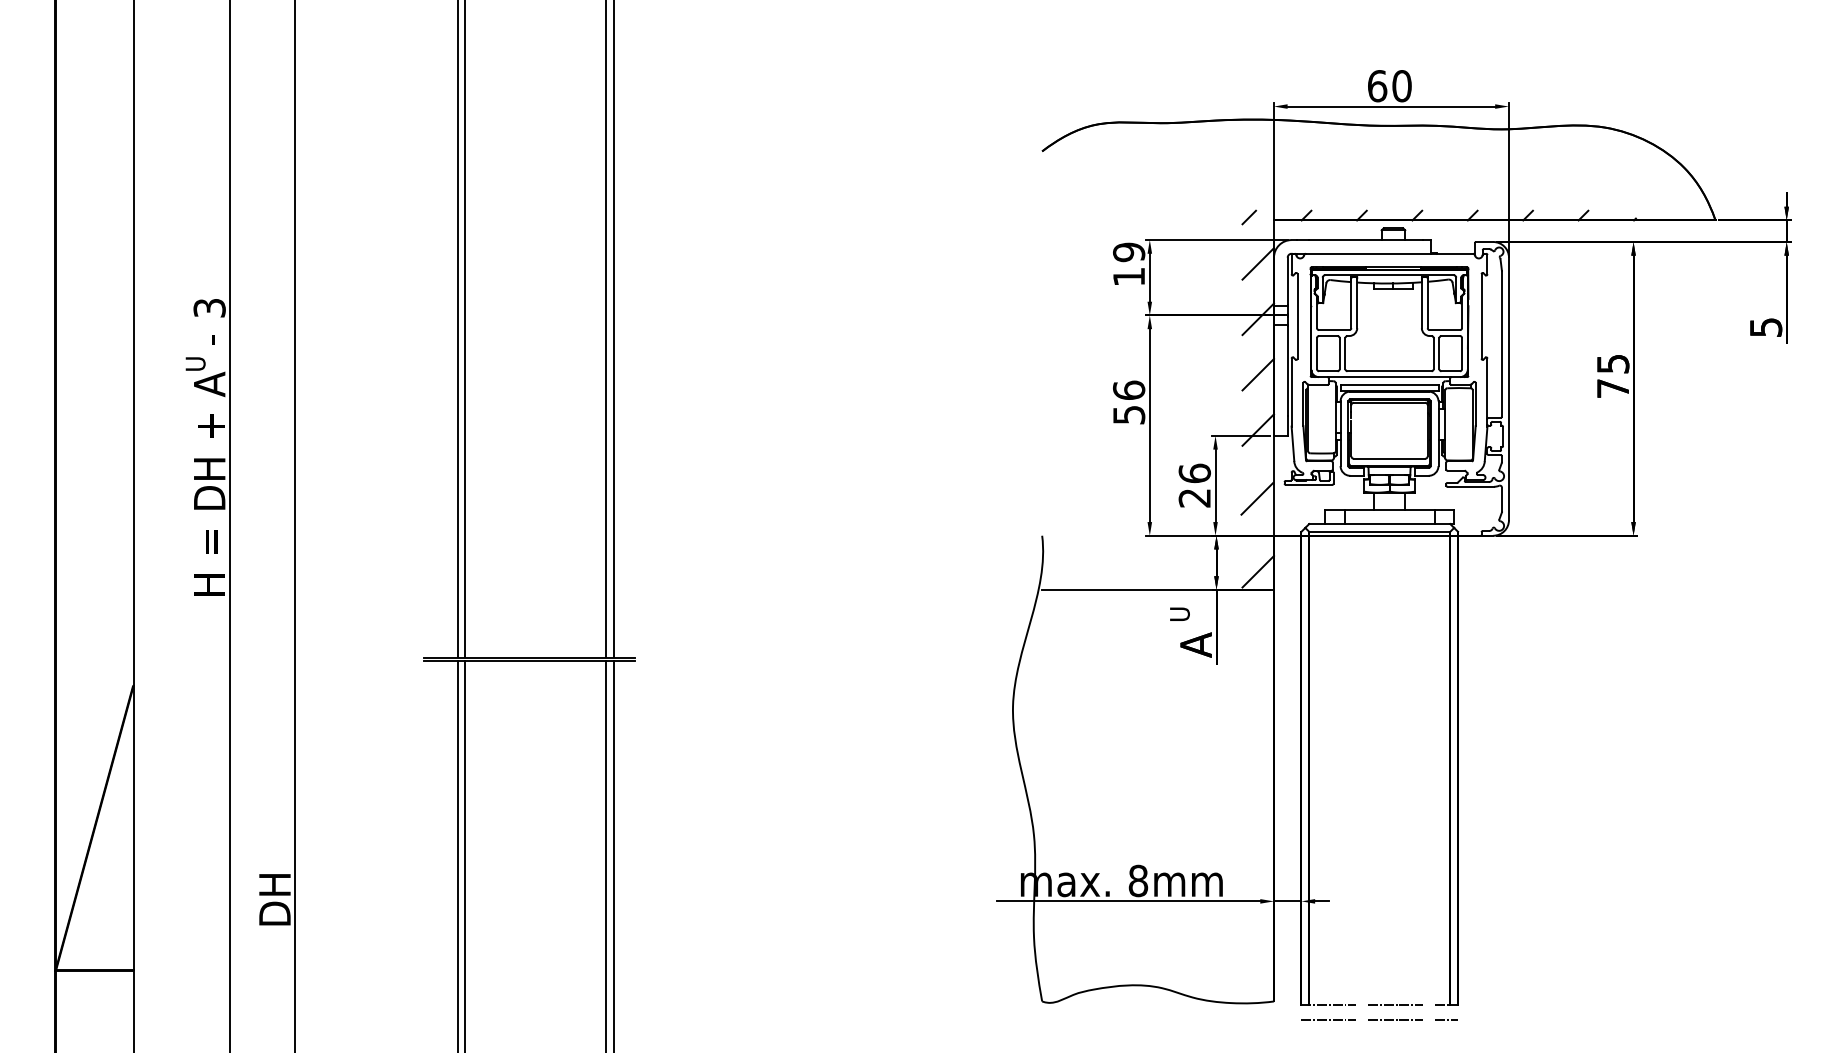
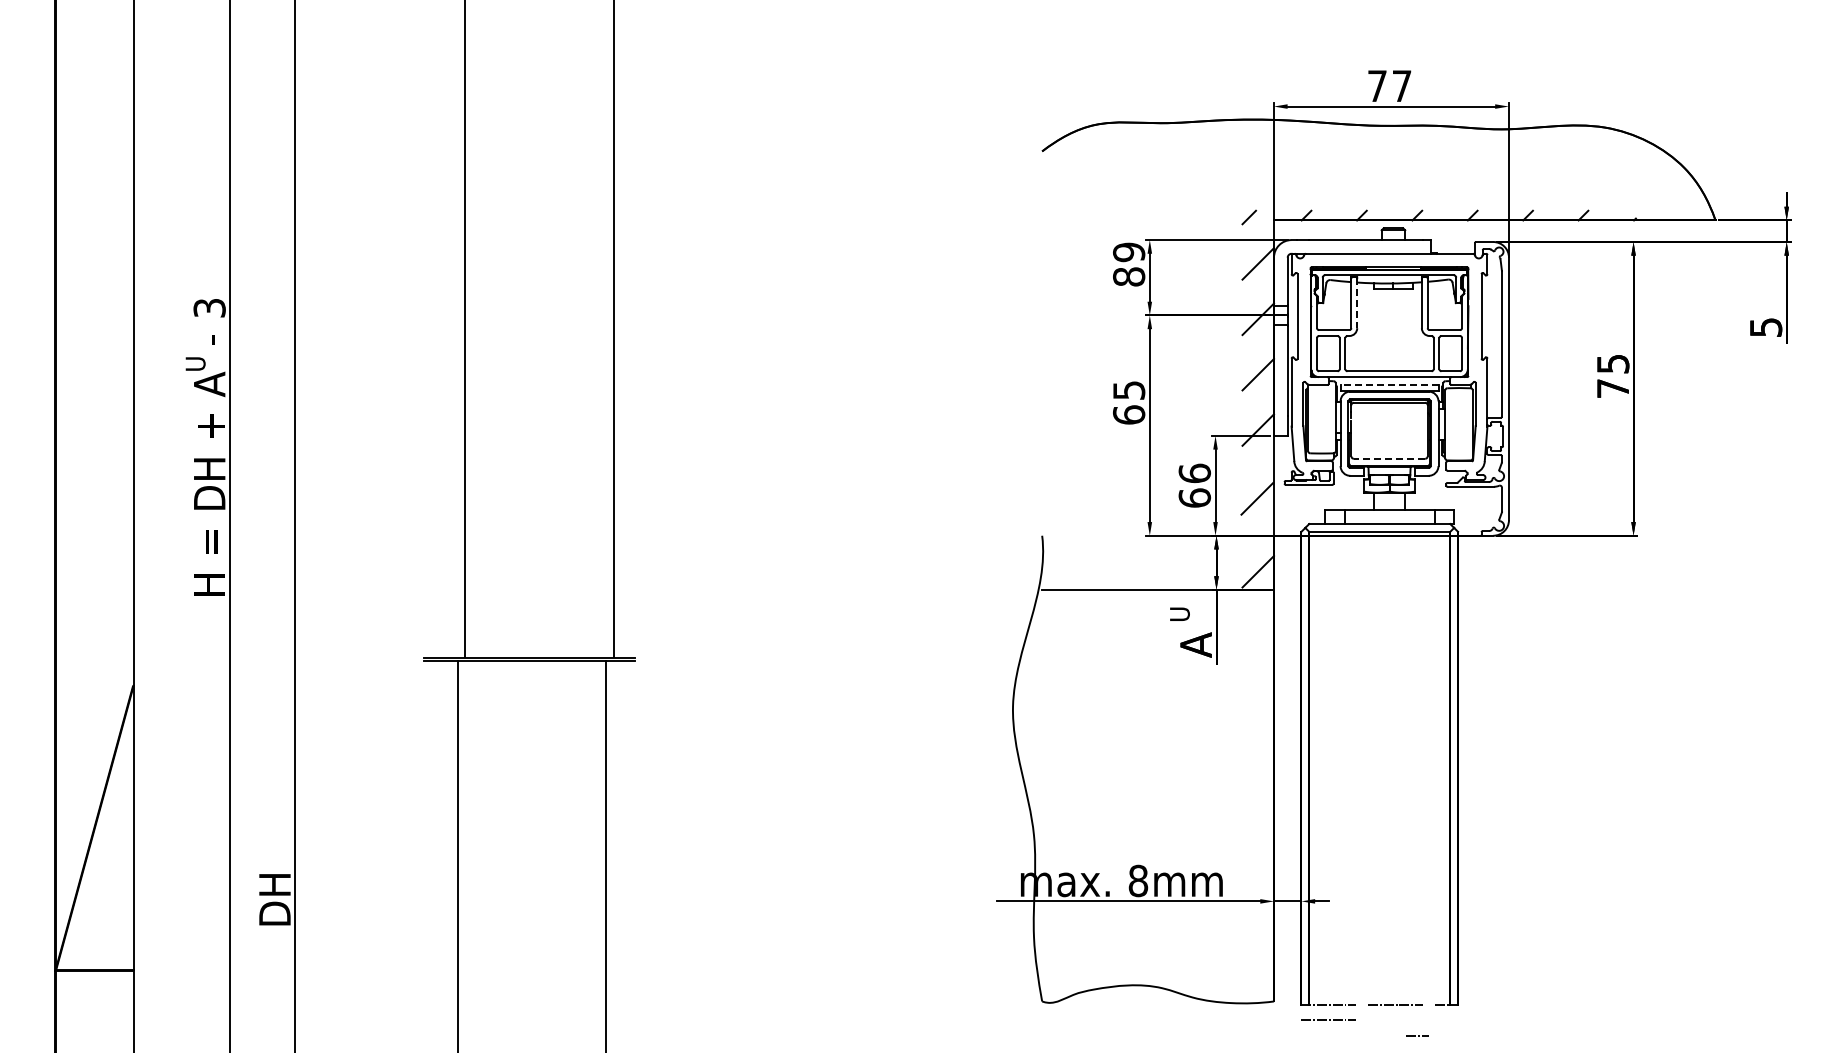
text at (1389, 86): 60 -> 77
text at (1129, 276): 19 -> 89
line at (1357, 303): solid -> dashed
line at (457, 329): present -> none
line at (606, 329): present -> none
line at (1389, 384): solid -> dashed
text at (1129, 402): 56 -> 65
line at (1389, 458): solid -> dashed
text at (1194, 497): 26 -> 66
line at (465, 855): present -> none
line at (614, 855): present -> none
line at (1395, 1019): present -> none
line at (1447, 1019) position: (1447, 1019) -> (1418, 1035)
